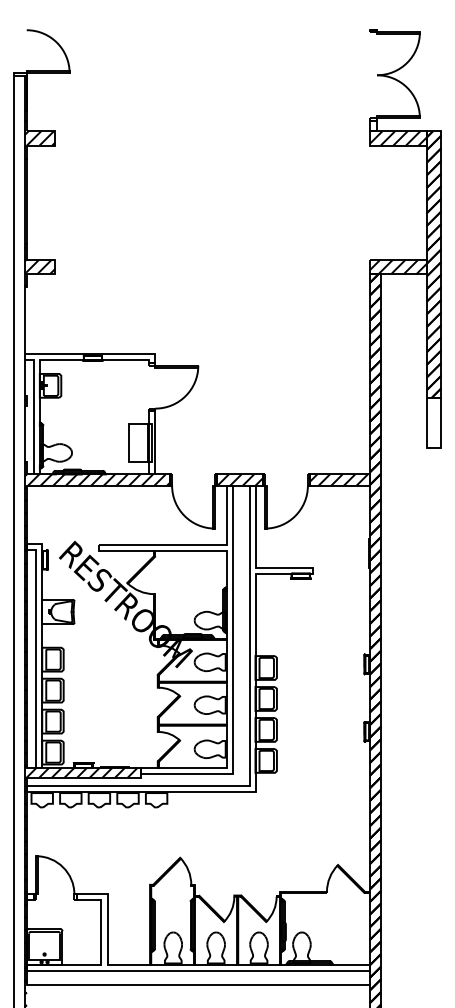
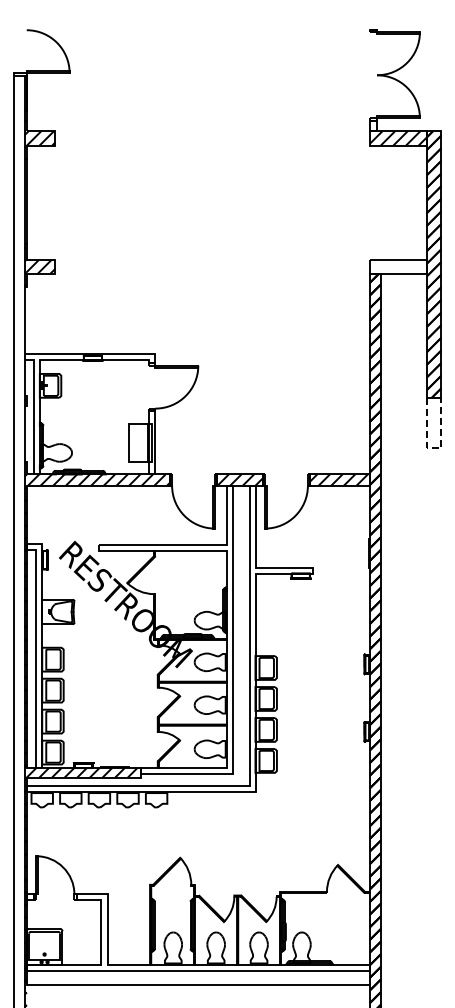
hatch at (398, 266): present -> none
line at (434, 448): solid -> dashed
